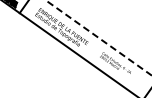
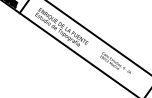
line at (98, 38): dashed -> solid
